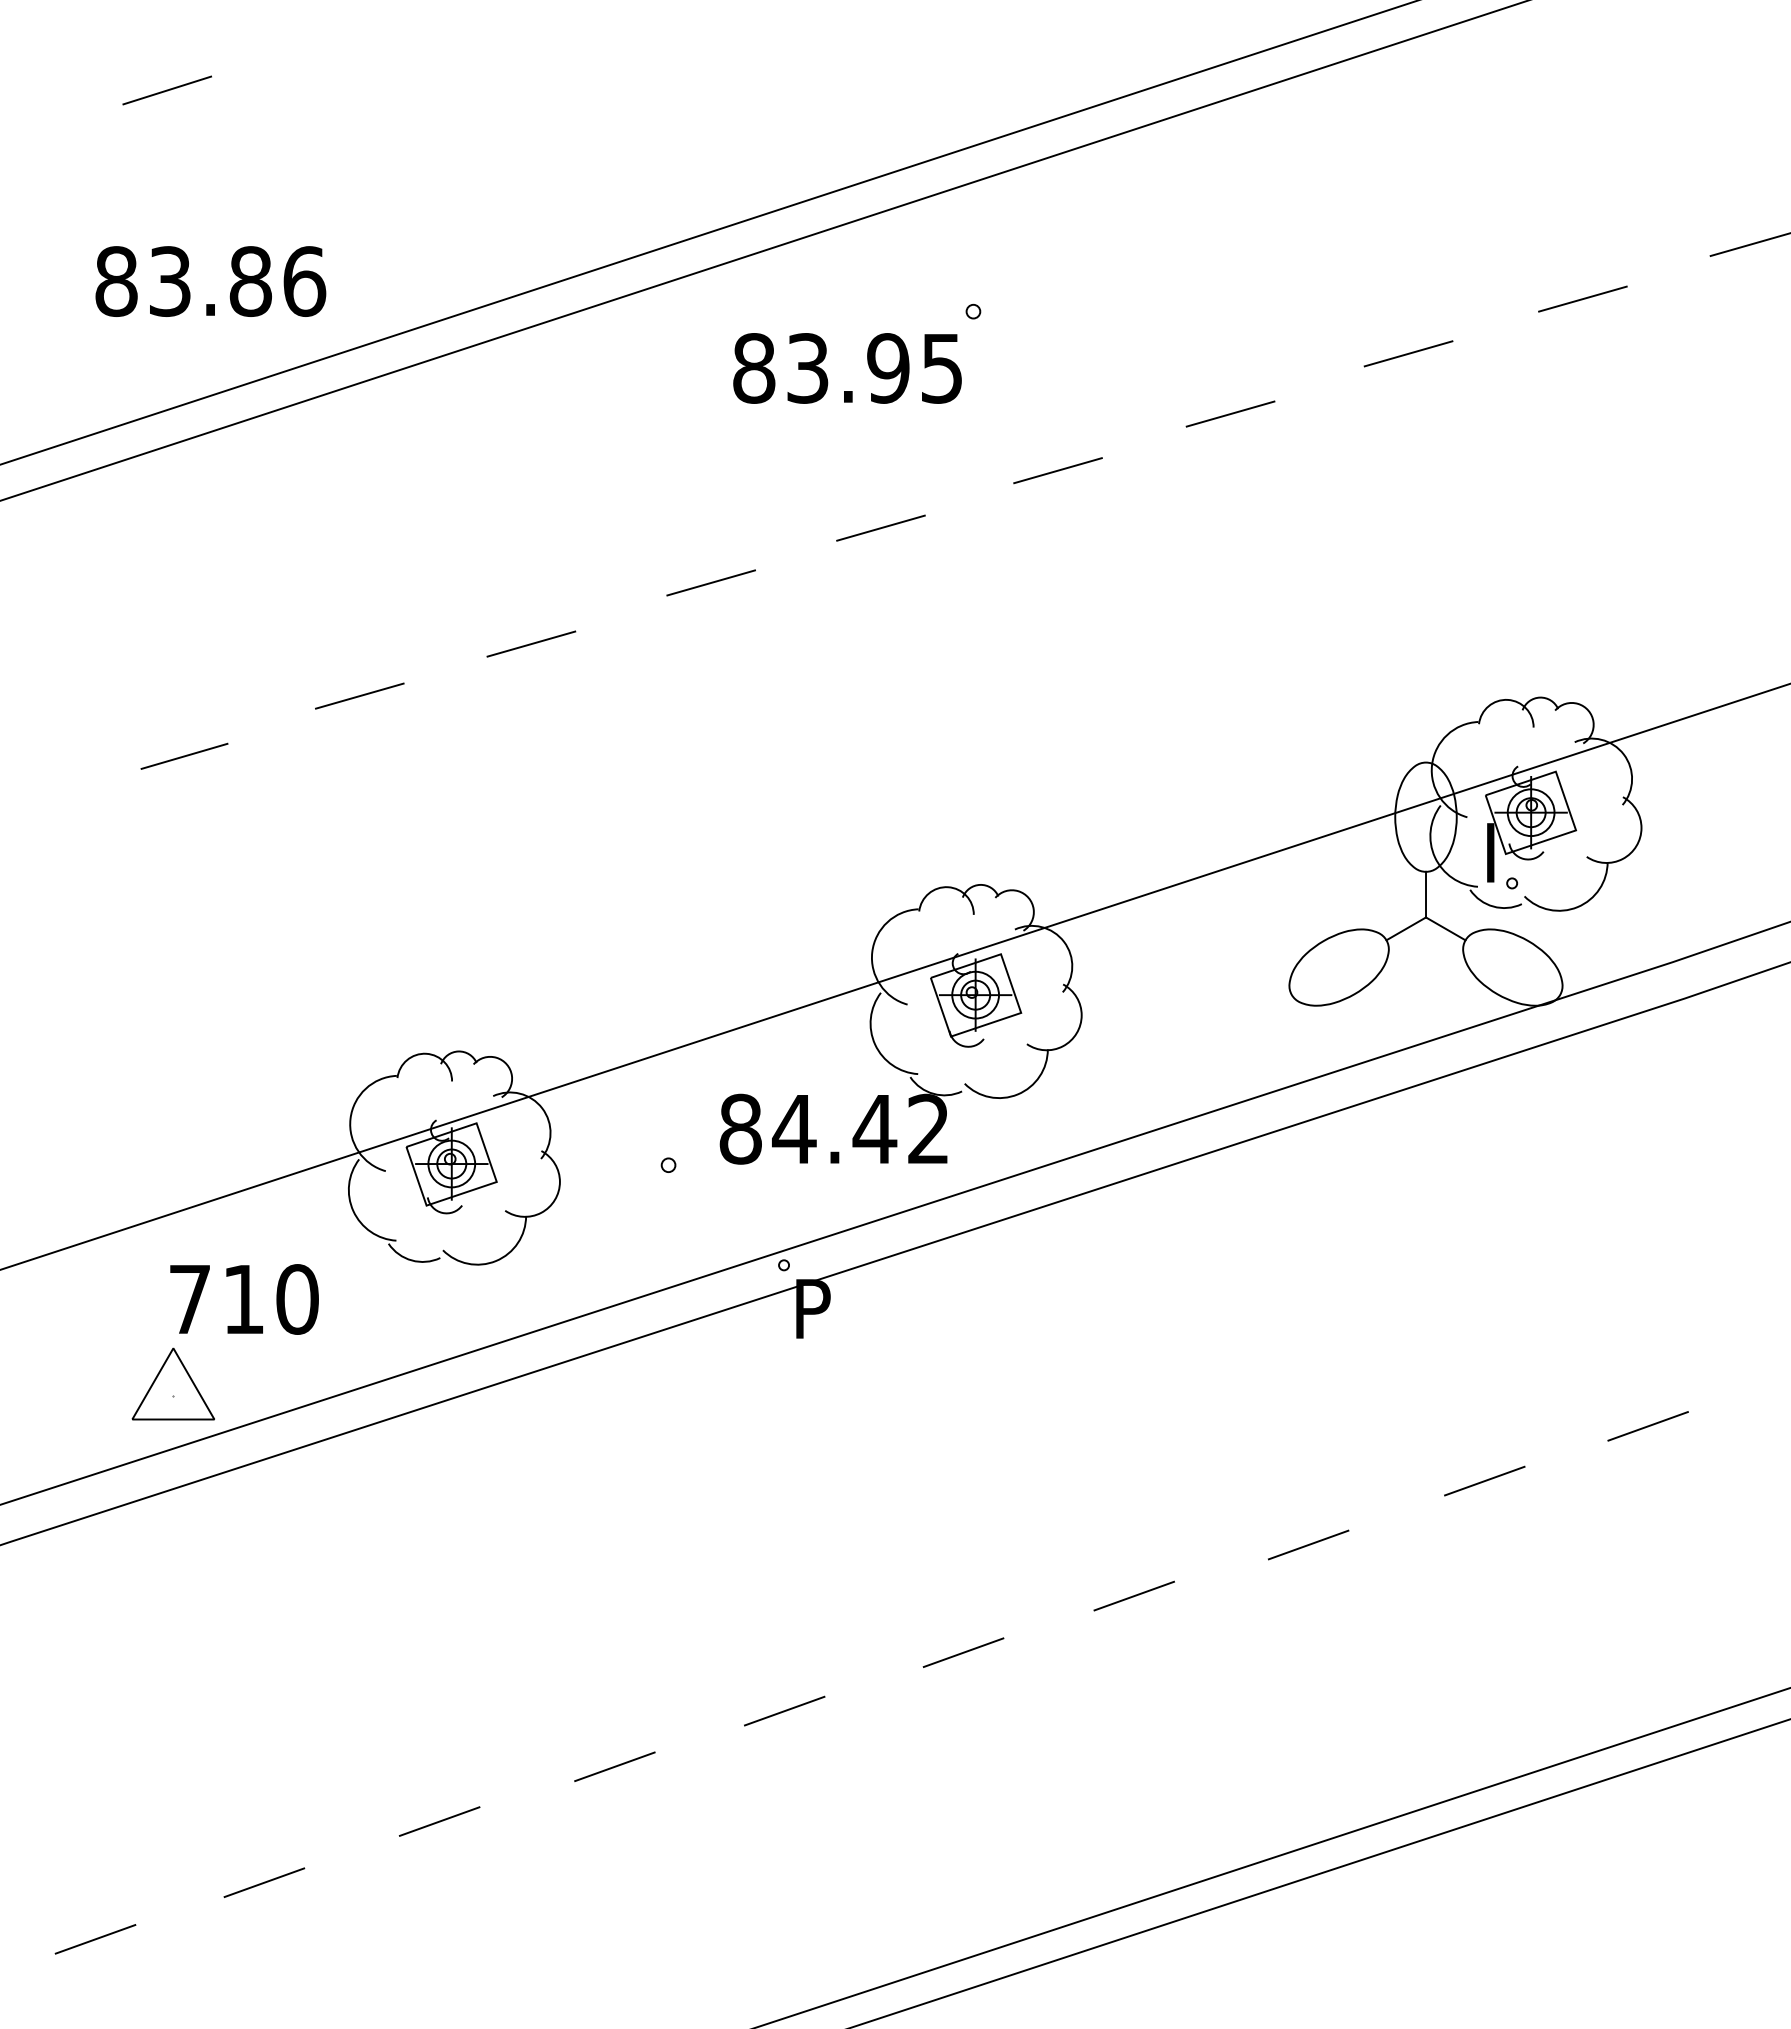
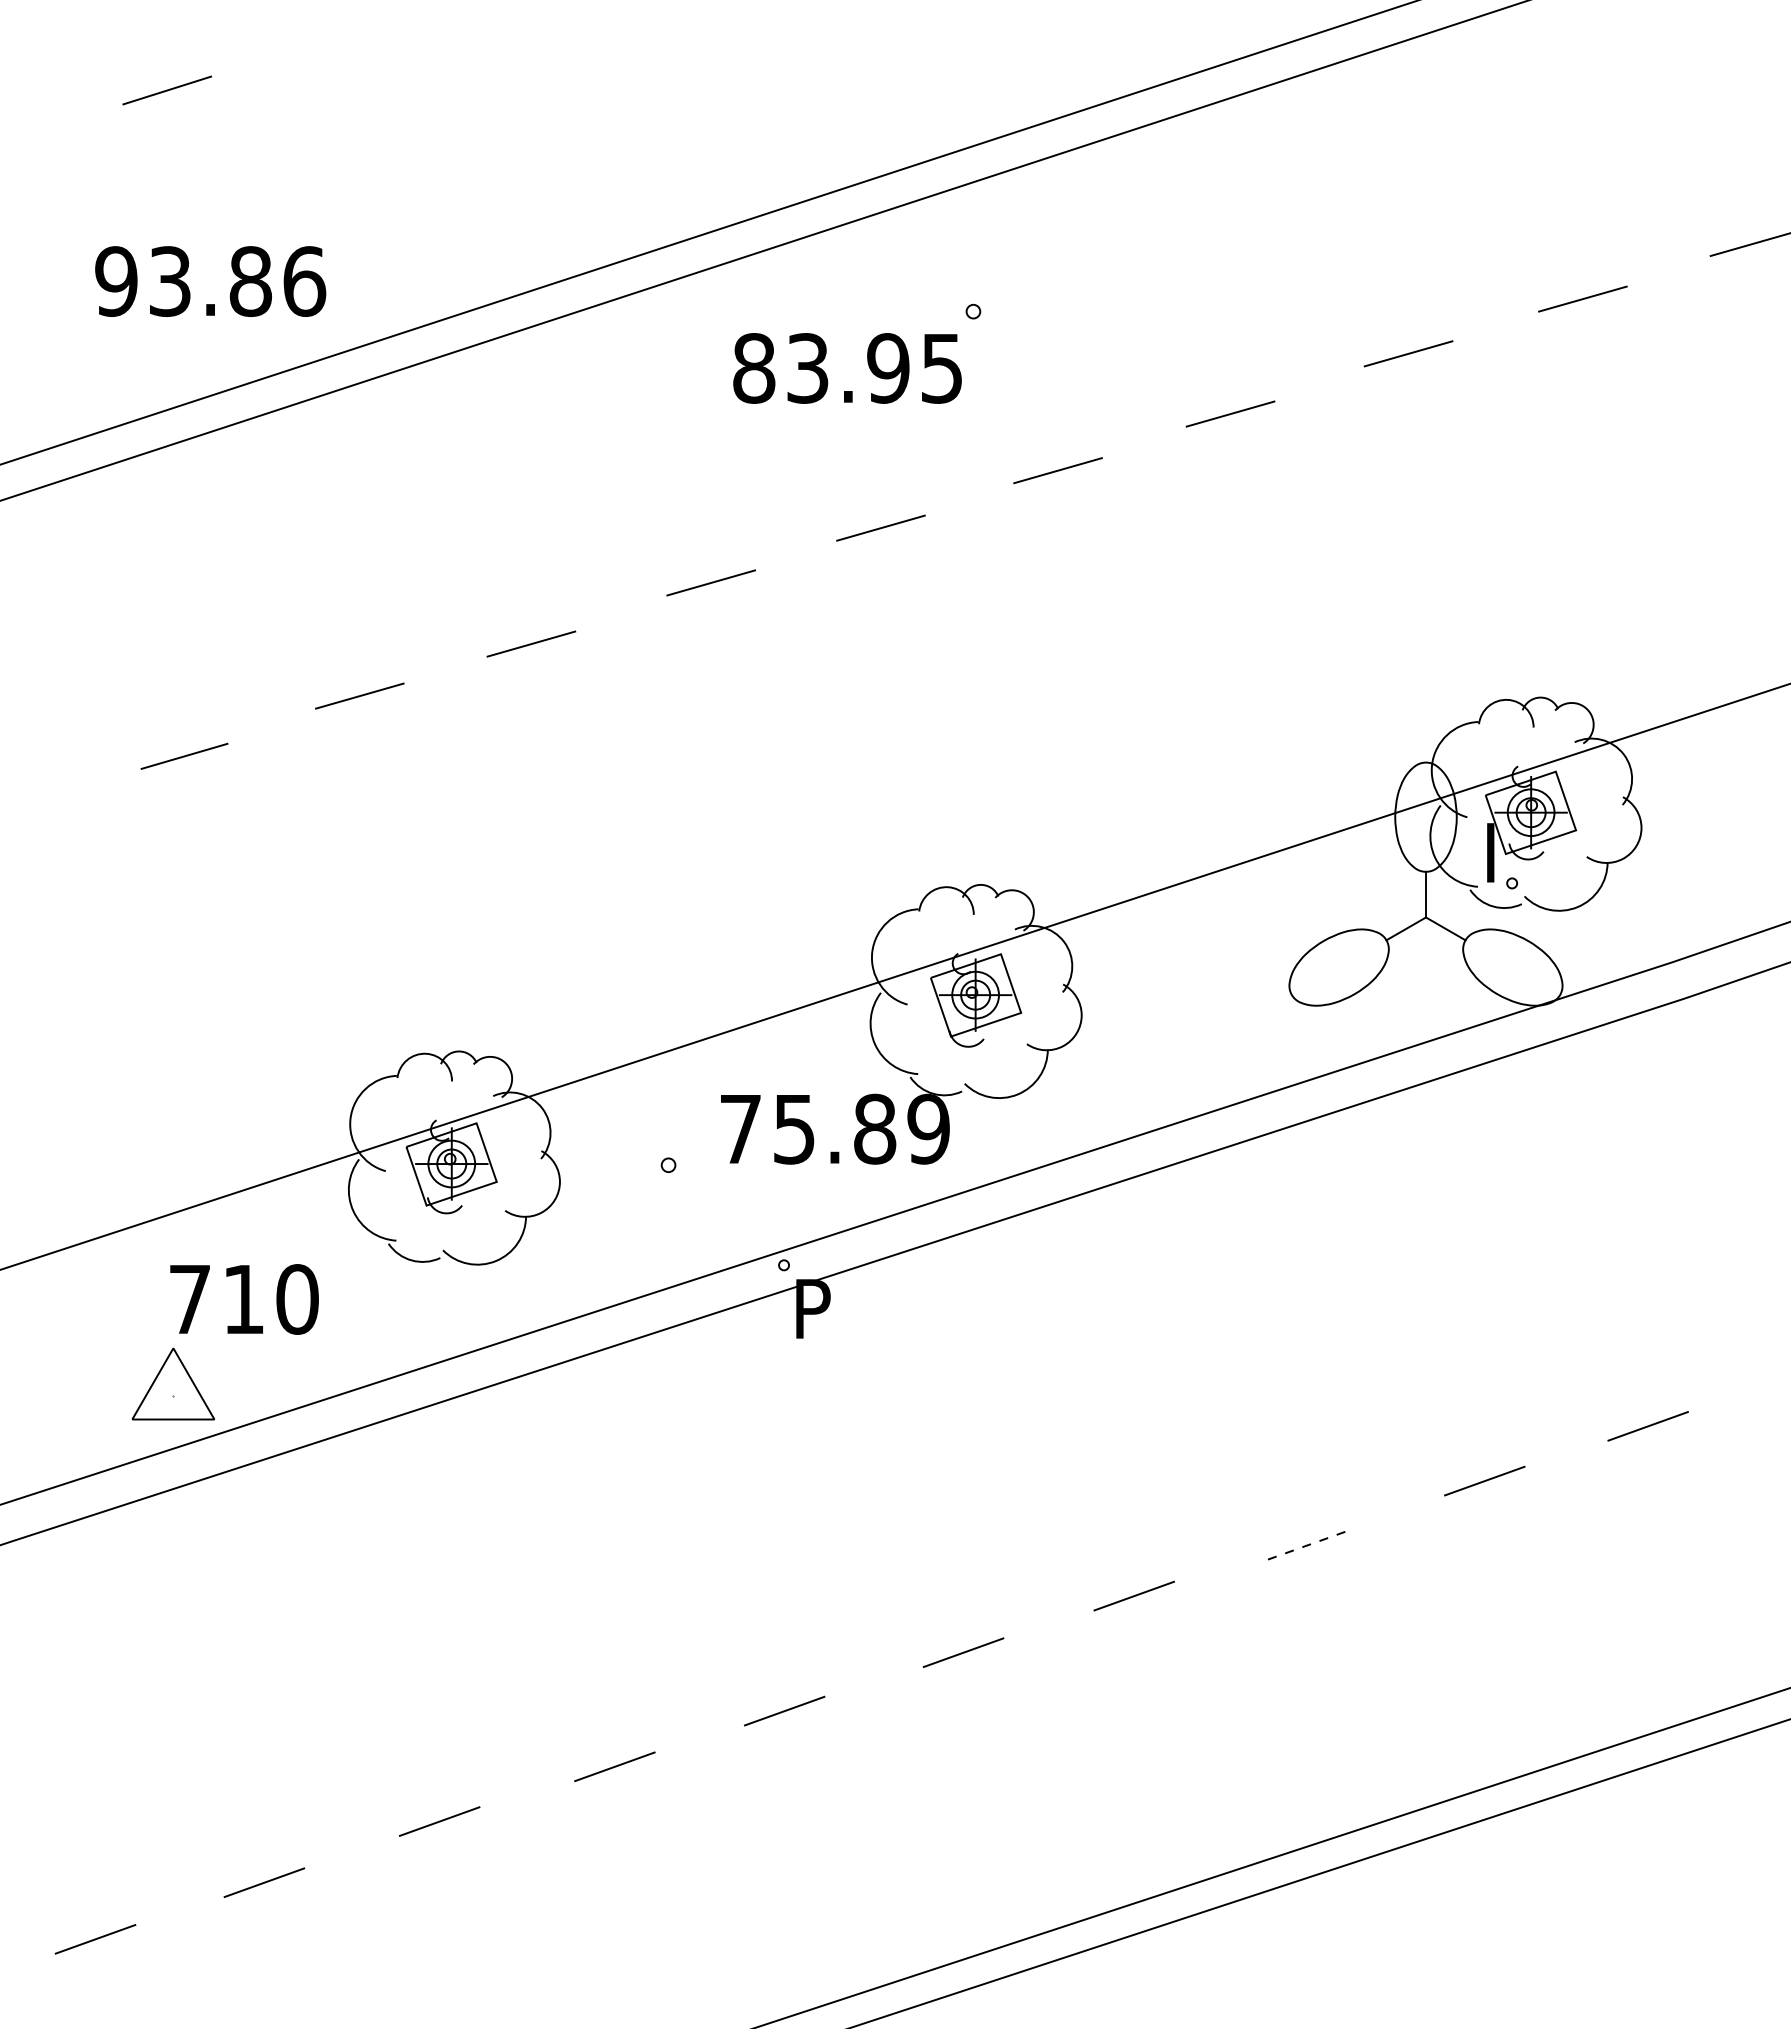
text at (116, 281): 83.86 -> 93.86
text at (834, 1128): 84.42 -> 75.89
line at (1309, 1544): solid -> dashed
